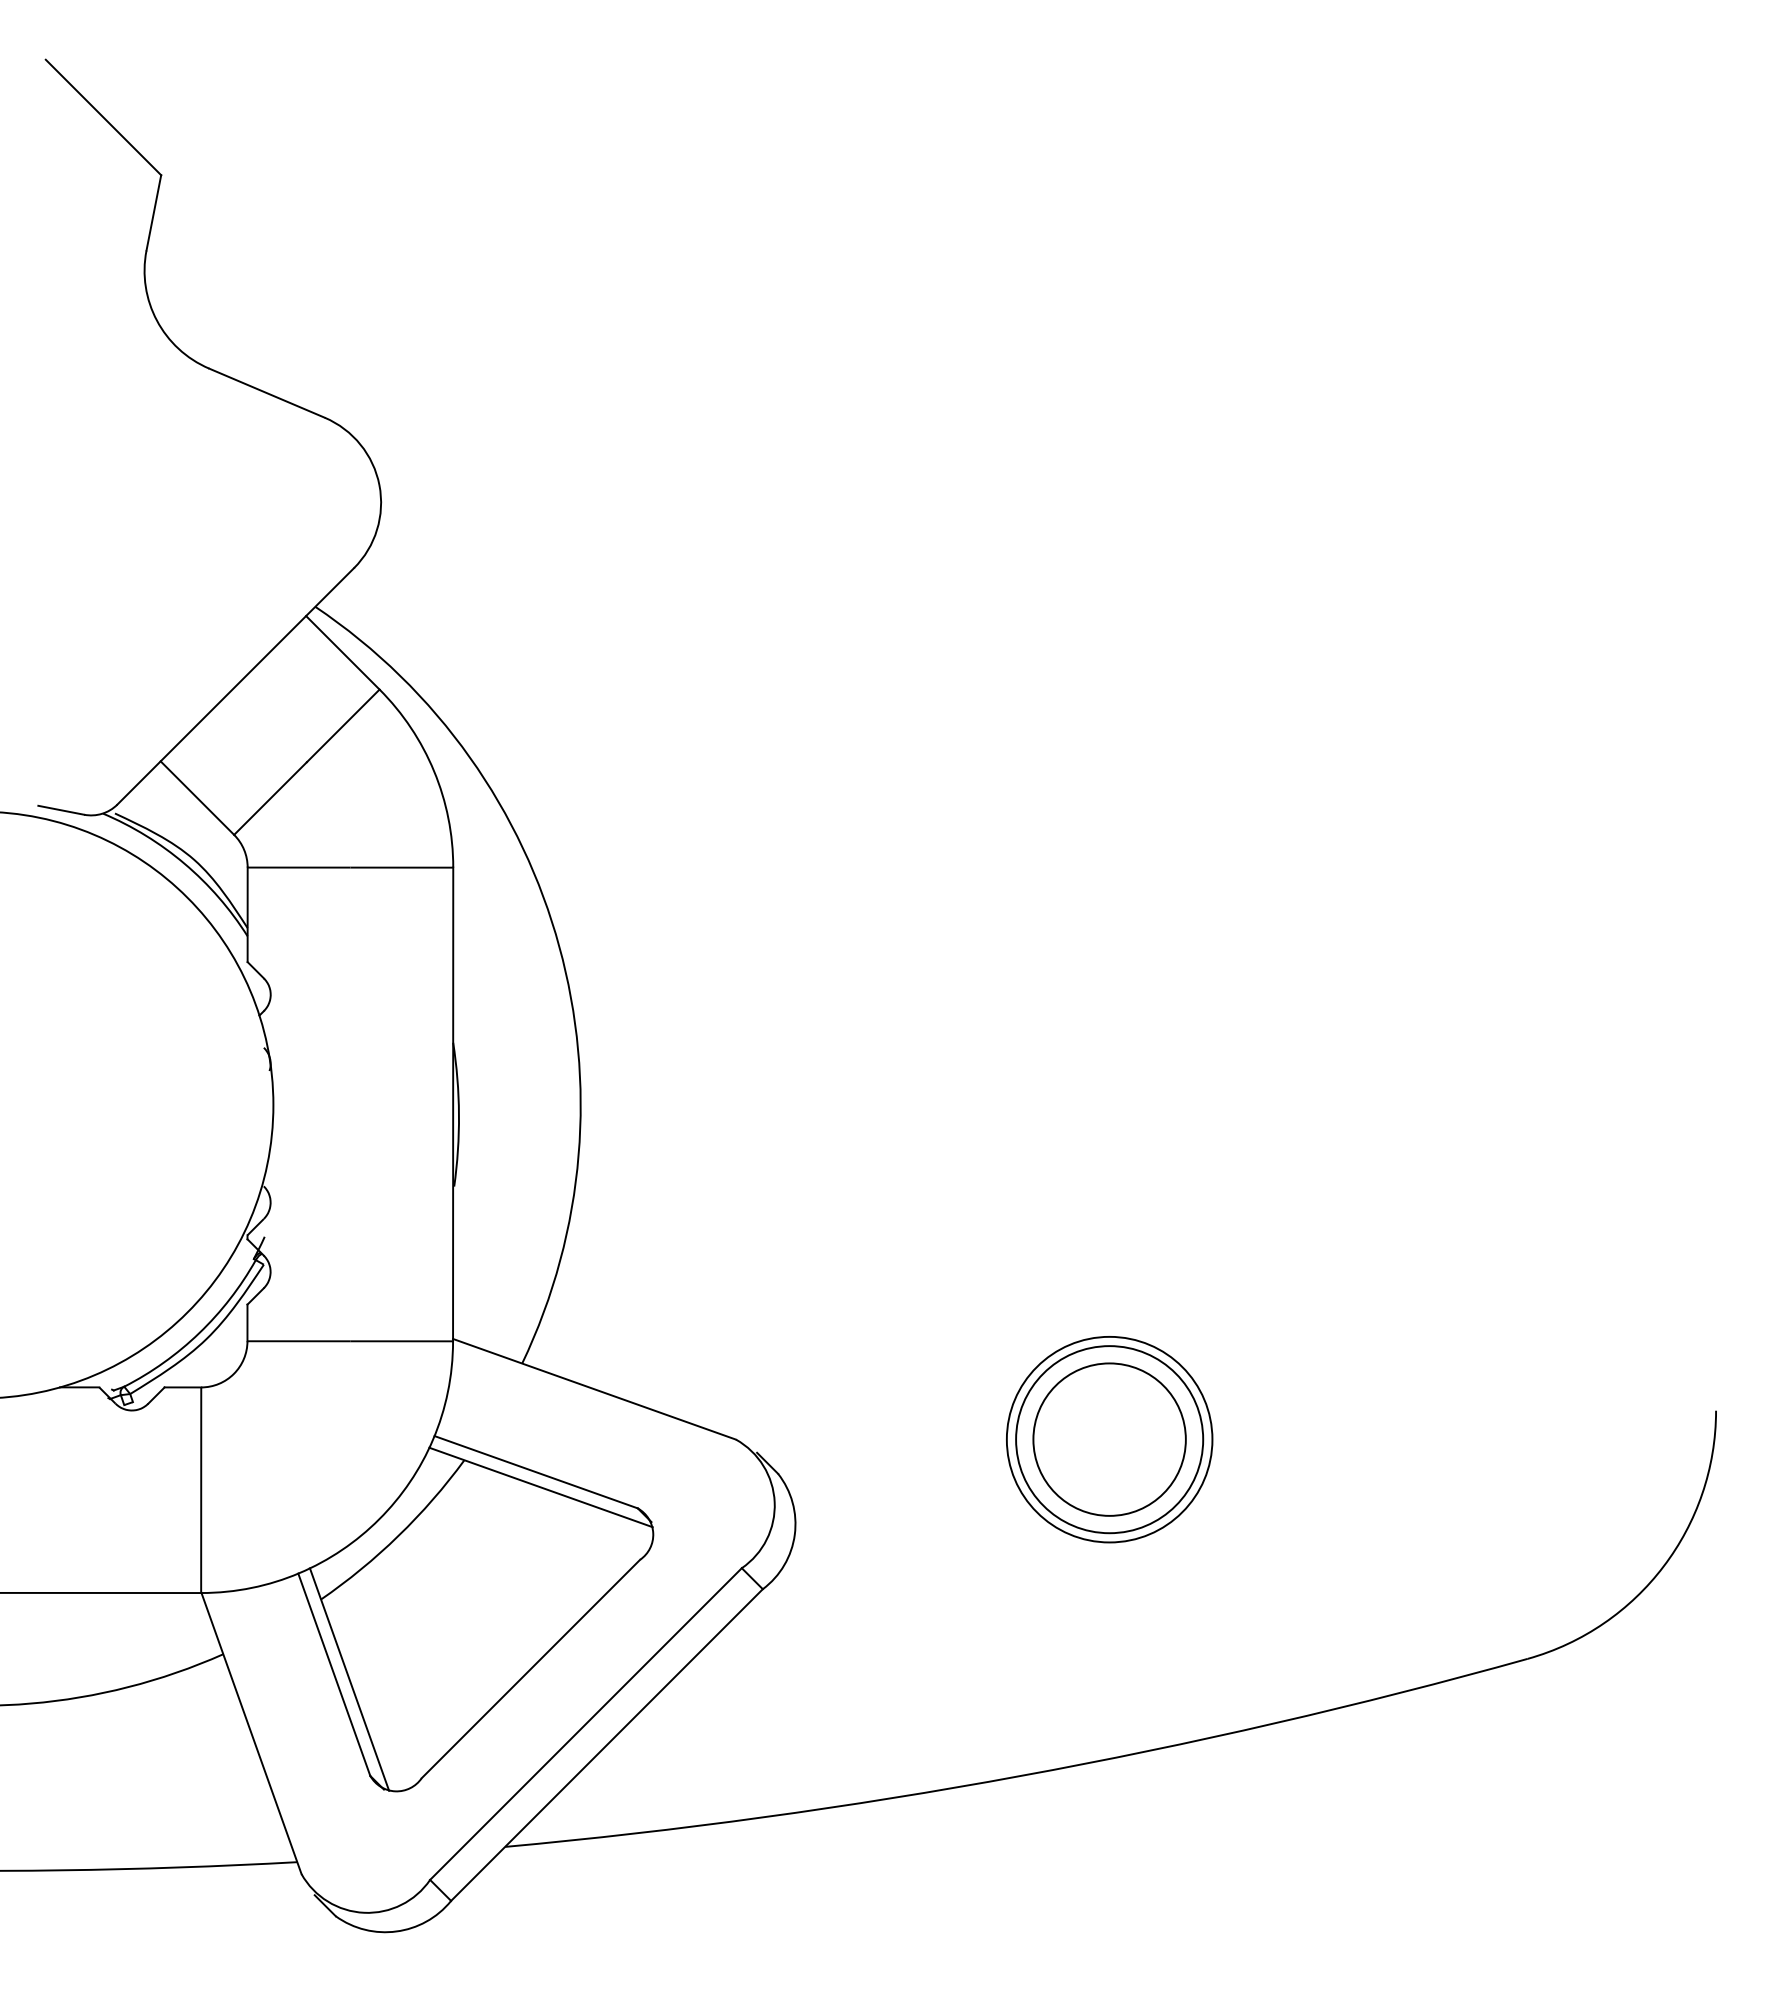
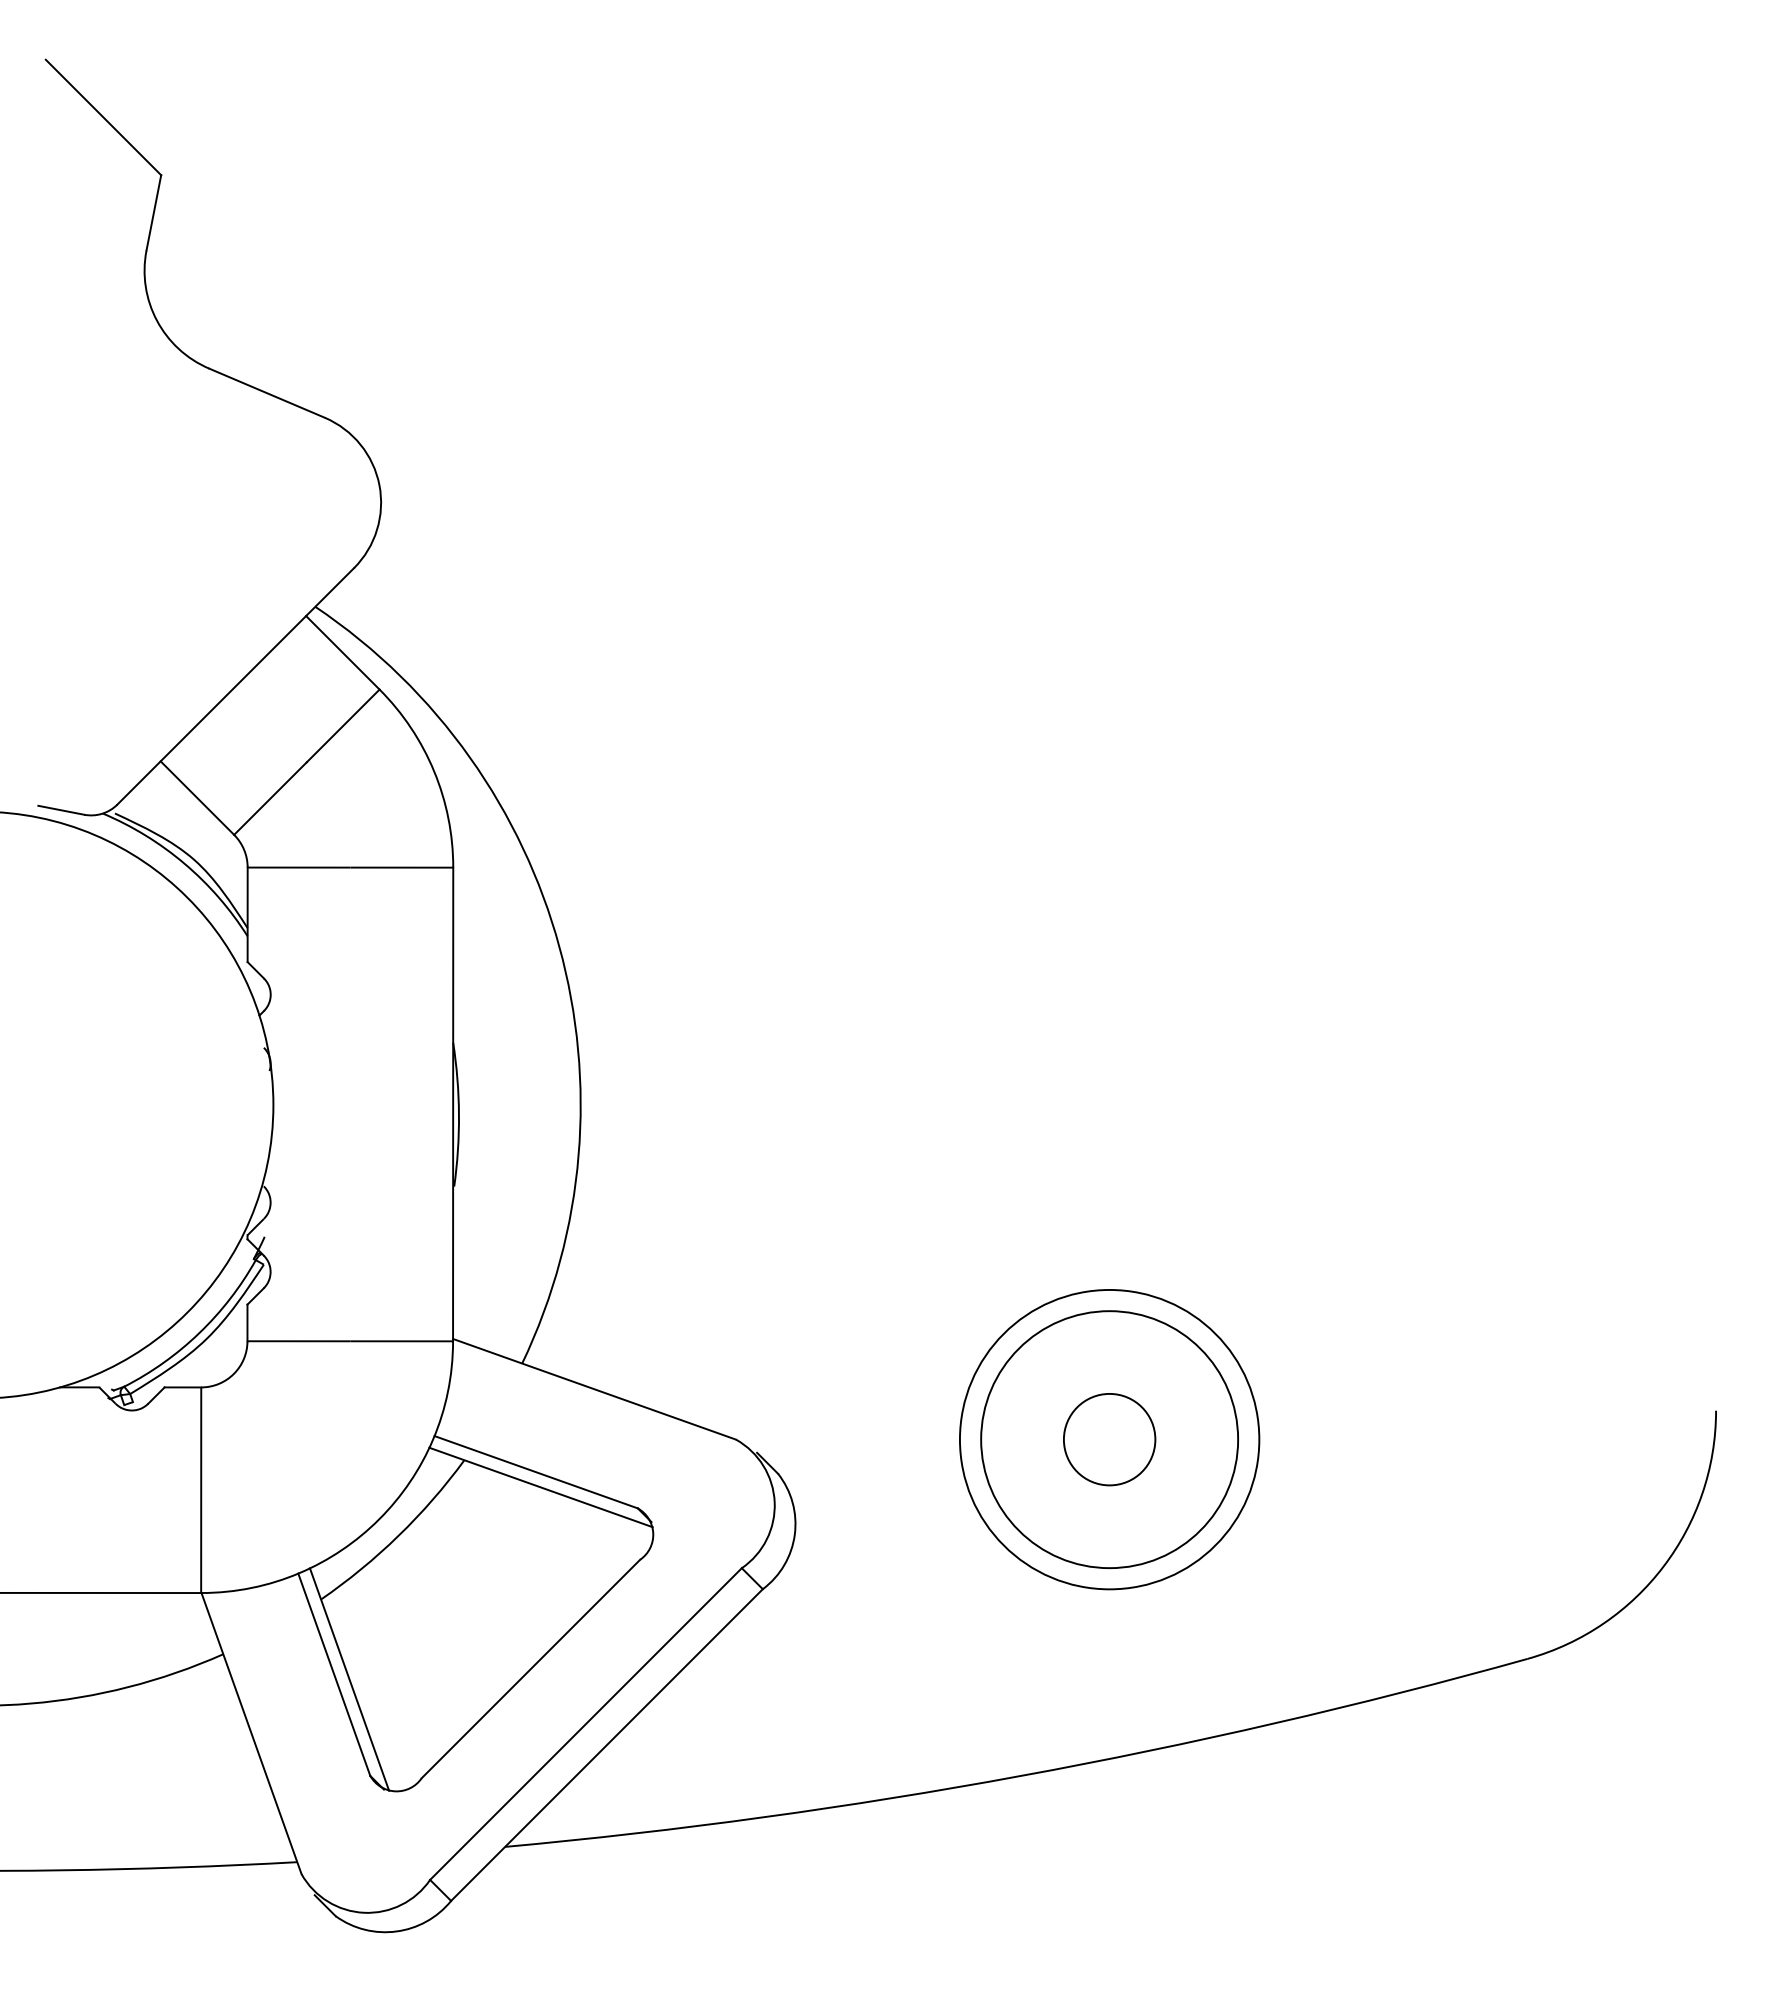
circle at (1109, 1439) diameter: 152 px -> 91 px
circle at (1109, 1439) diameter: 187 px -> 299 px
circle at (1109, 1439) diameter: 206 px -> 257 px
